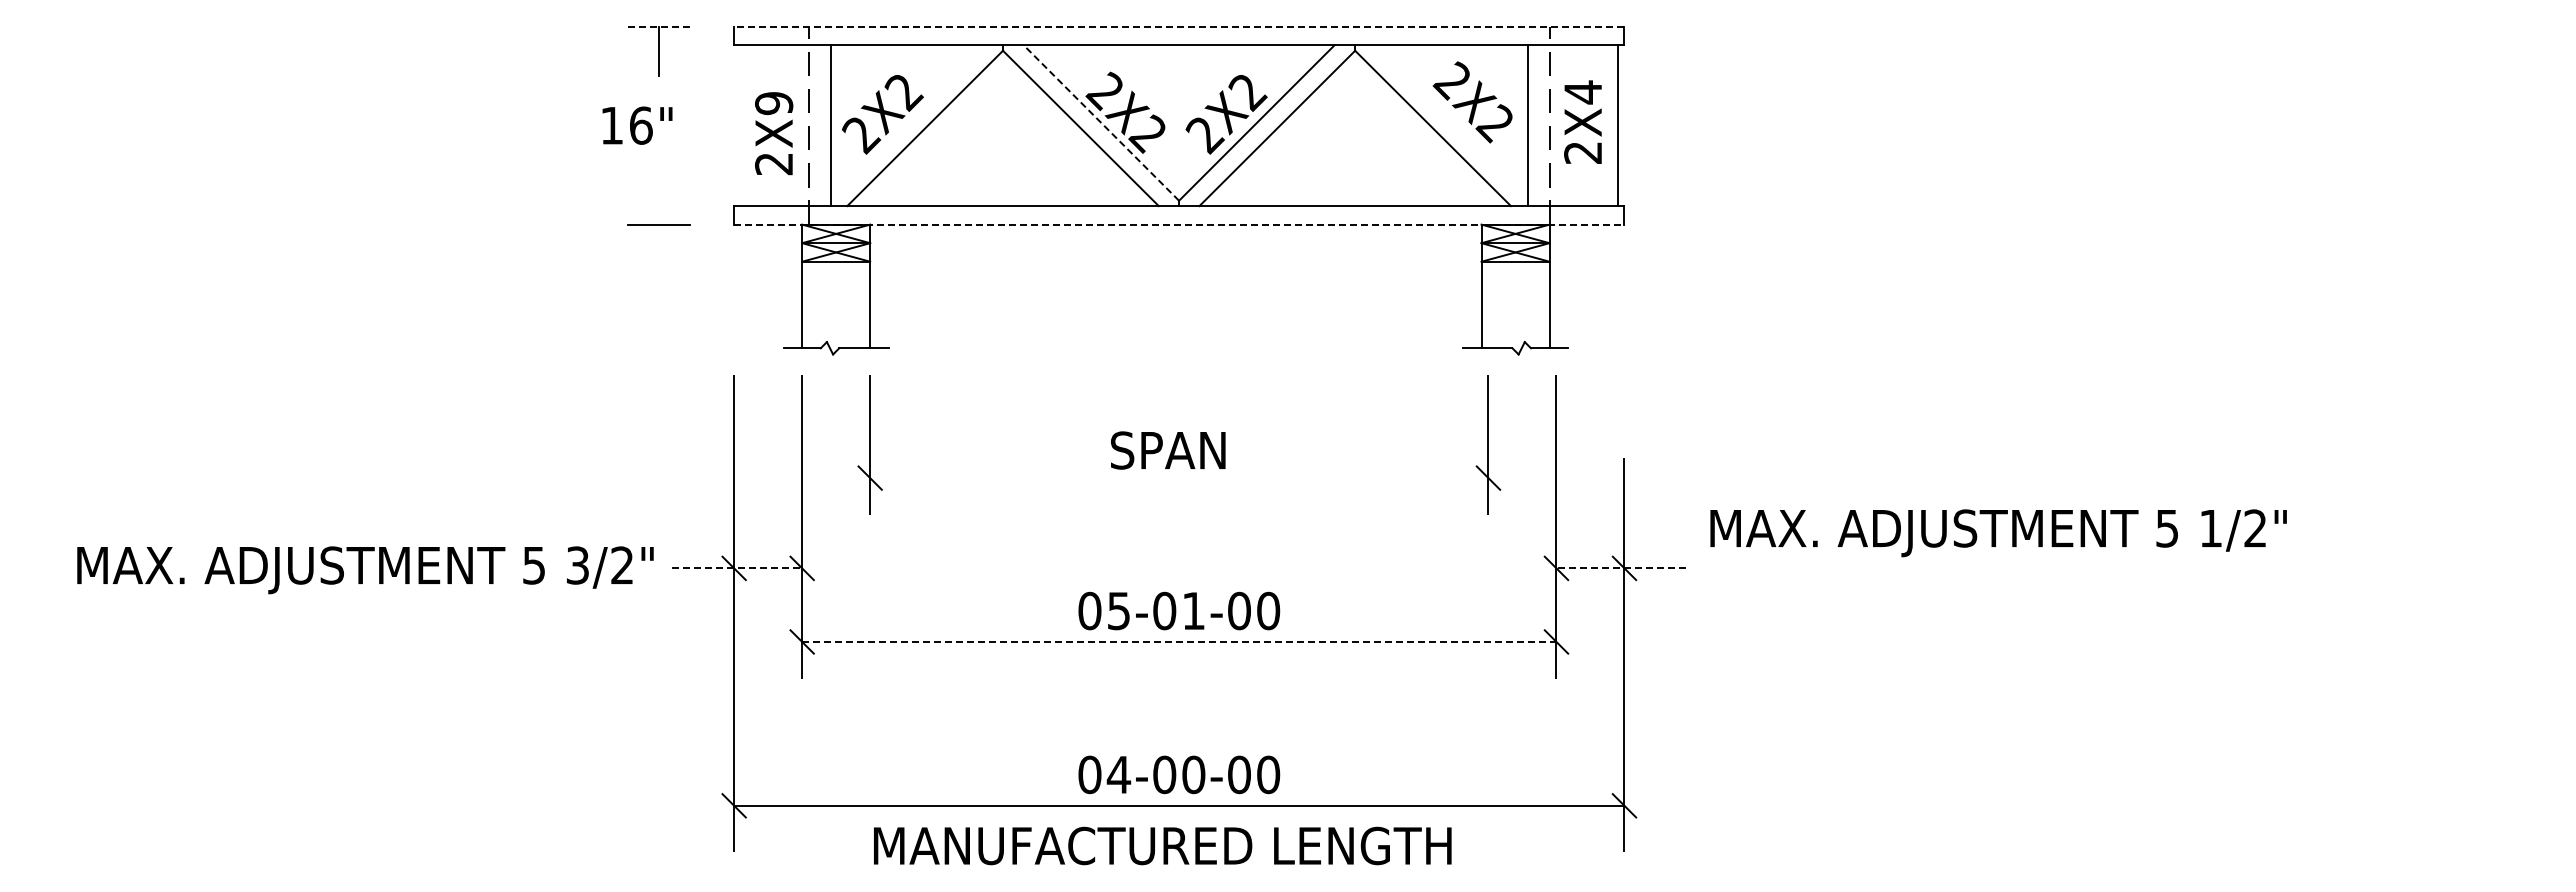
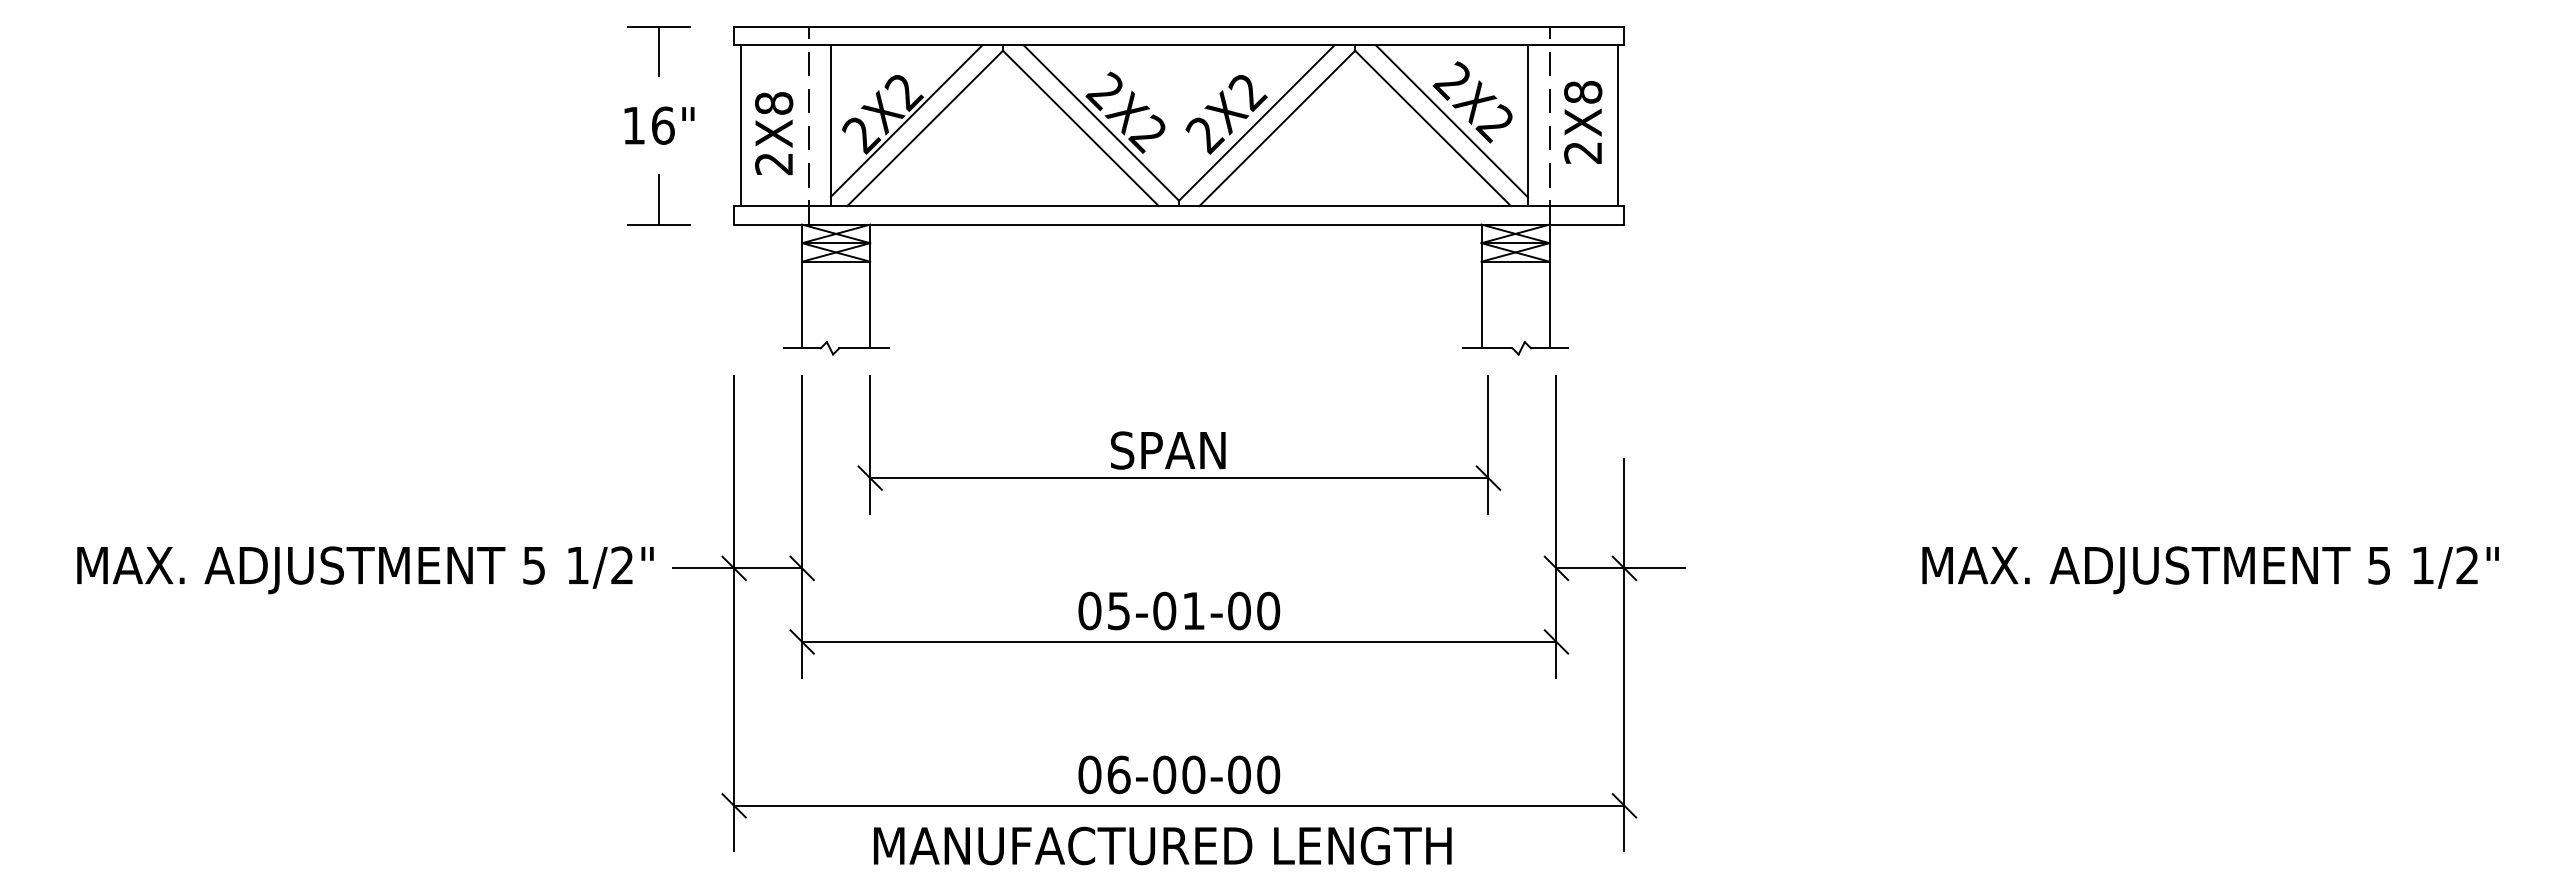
line at (659, 26): dashed -> solid
line at (1178, 26): dashed -> solid
text at (1583, 92): 2X4 -> 2X8
text at (774, 103): 2X9 -> 2X8
line at (906, 120): none -> present
line at (1451, 121): none -> present
line at (1101, 123): dashed -> solid
text at (637, 125) position: (637, 125) -> (659, 125)
line at (741, 125): none -> present
line at (659, 199): none -> present
line at (1179, 224): dashed -> solid
line at (1179, 478): none -> present
text at (1998, 533) position: (1998, 533) -> (2210, 570)
text at (577, 565): 3/2" -> 1/2"
line at (737, 568): dashed -> solid
line at (1621, 568): dashed -> solid
line at (1179, 641): dashed -> solid
text at (1118, 774): 04-00-00 -> 06-00-00
